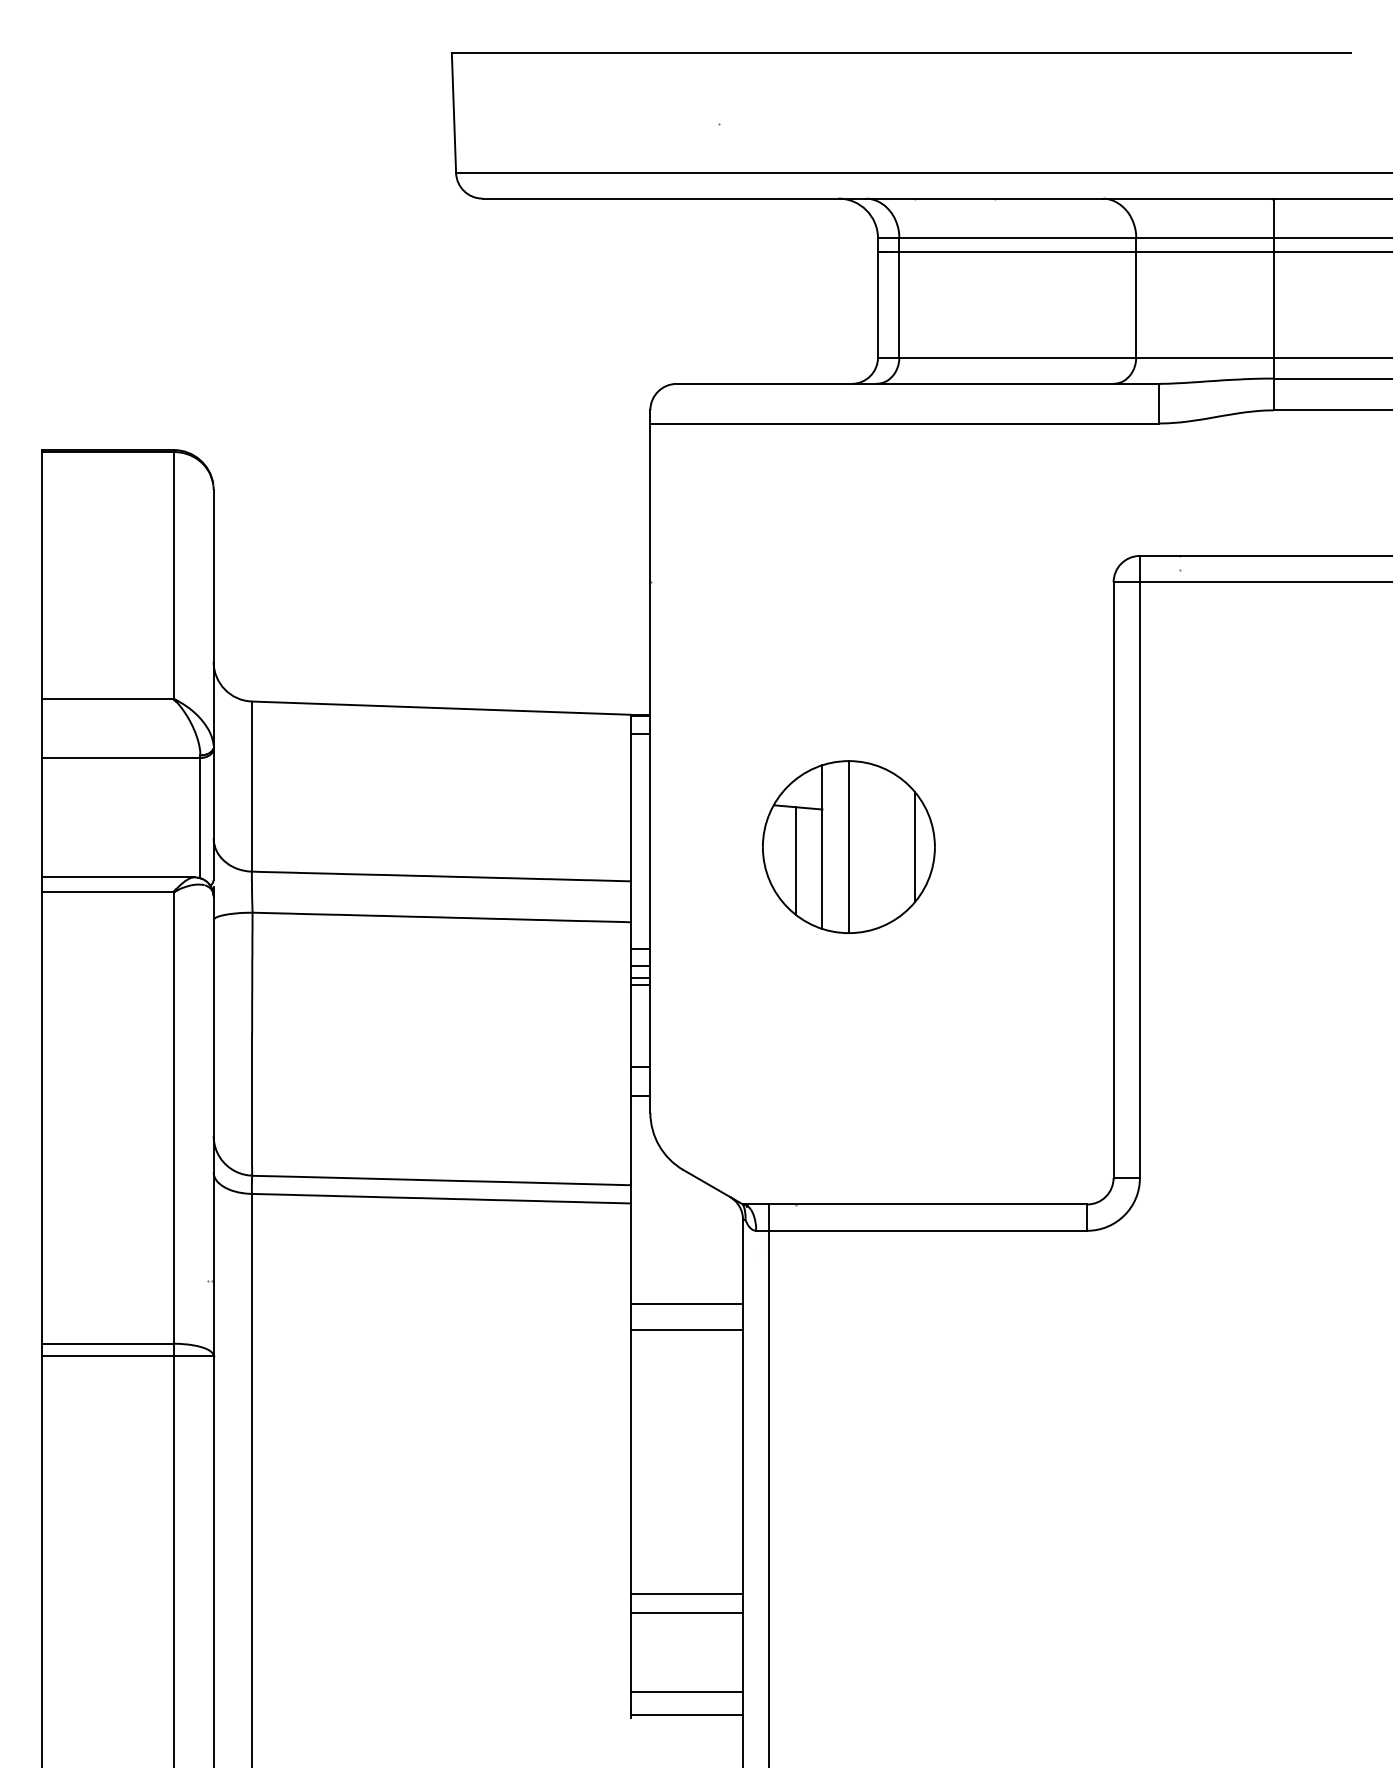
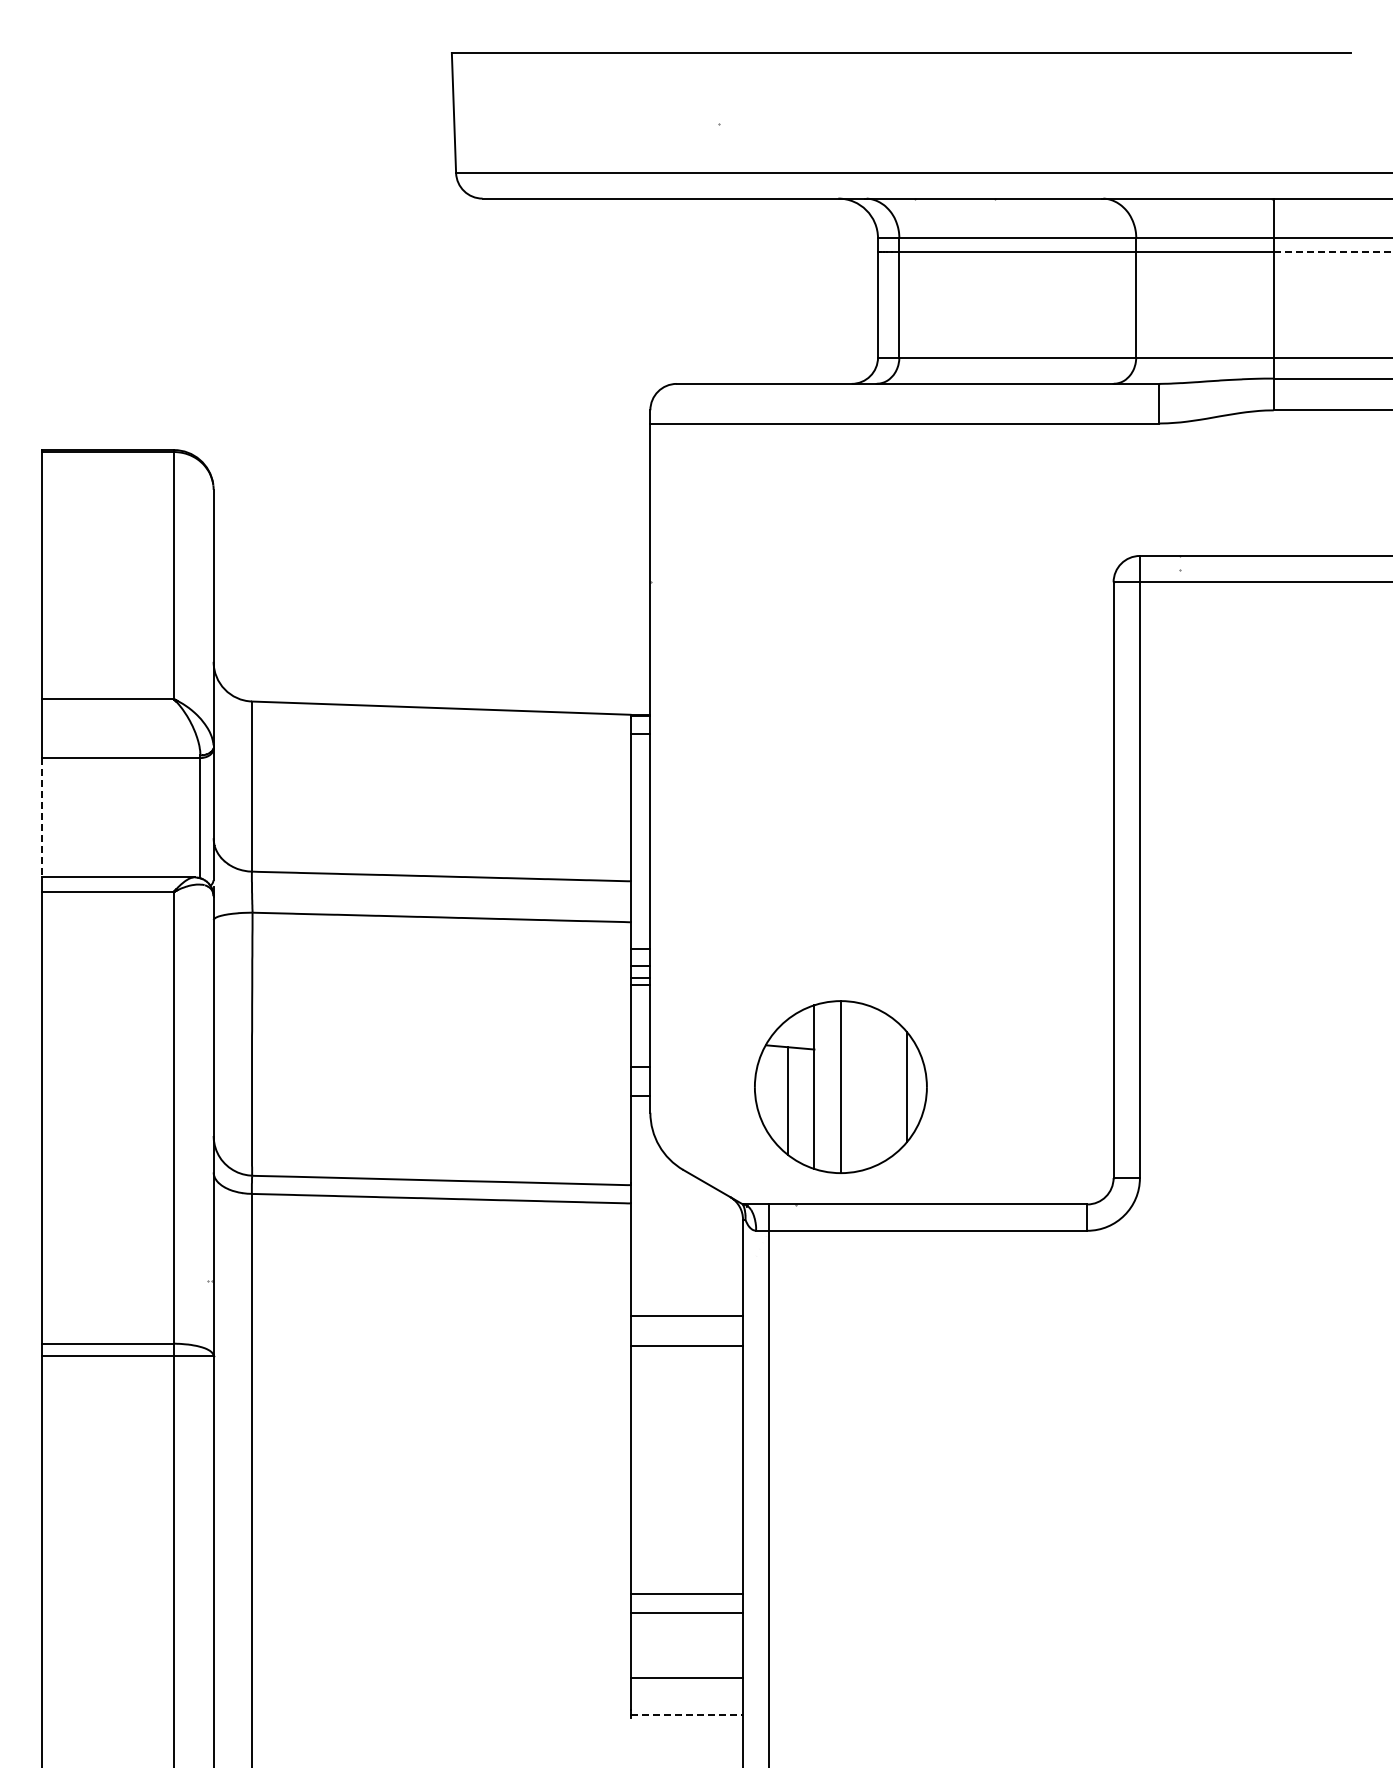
line at (1333, 251): solid -> dashed
line at (41, 817): solid -> dashed
part at (848, 846) position: (848, 846) -> (840, 1086)
line at (686, 1304) position: (686, 1304) -> (686, 1316)
line at (686, 1329) position: (686, 1329) -> (686, 1345)
line at (686, 1691) position: (686, 1691) -> (686, 1677)
line at (687, 1714): solid -> dashed
